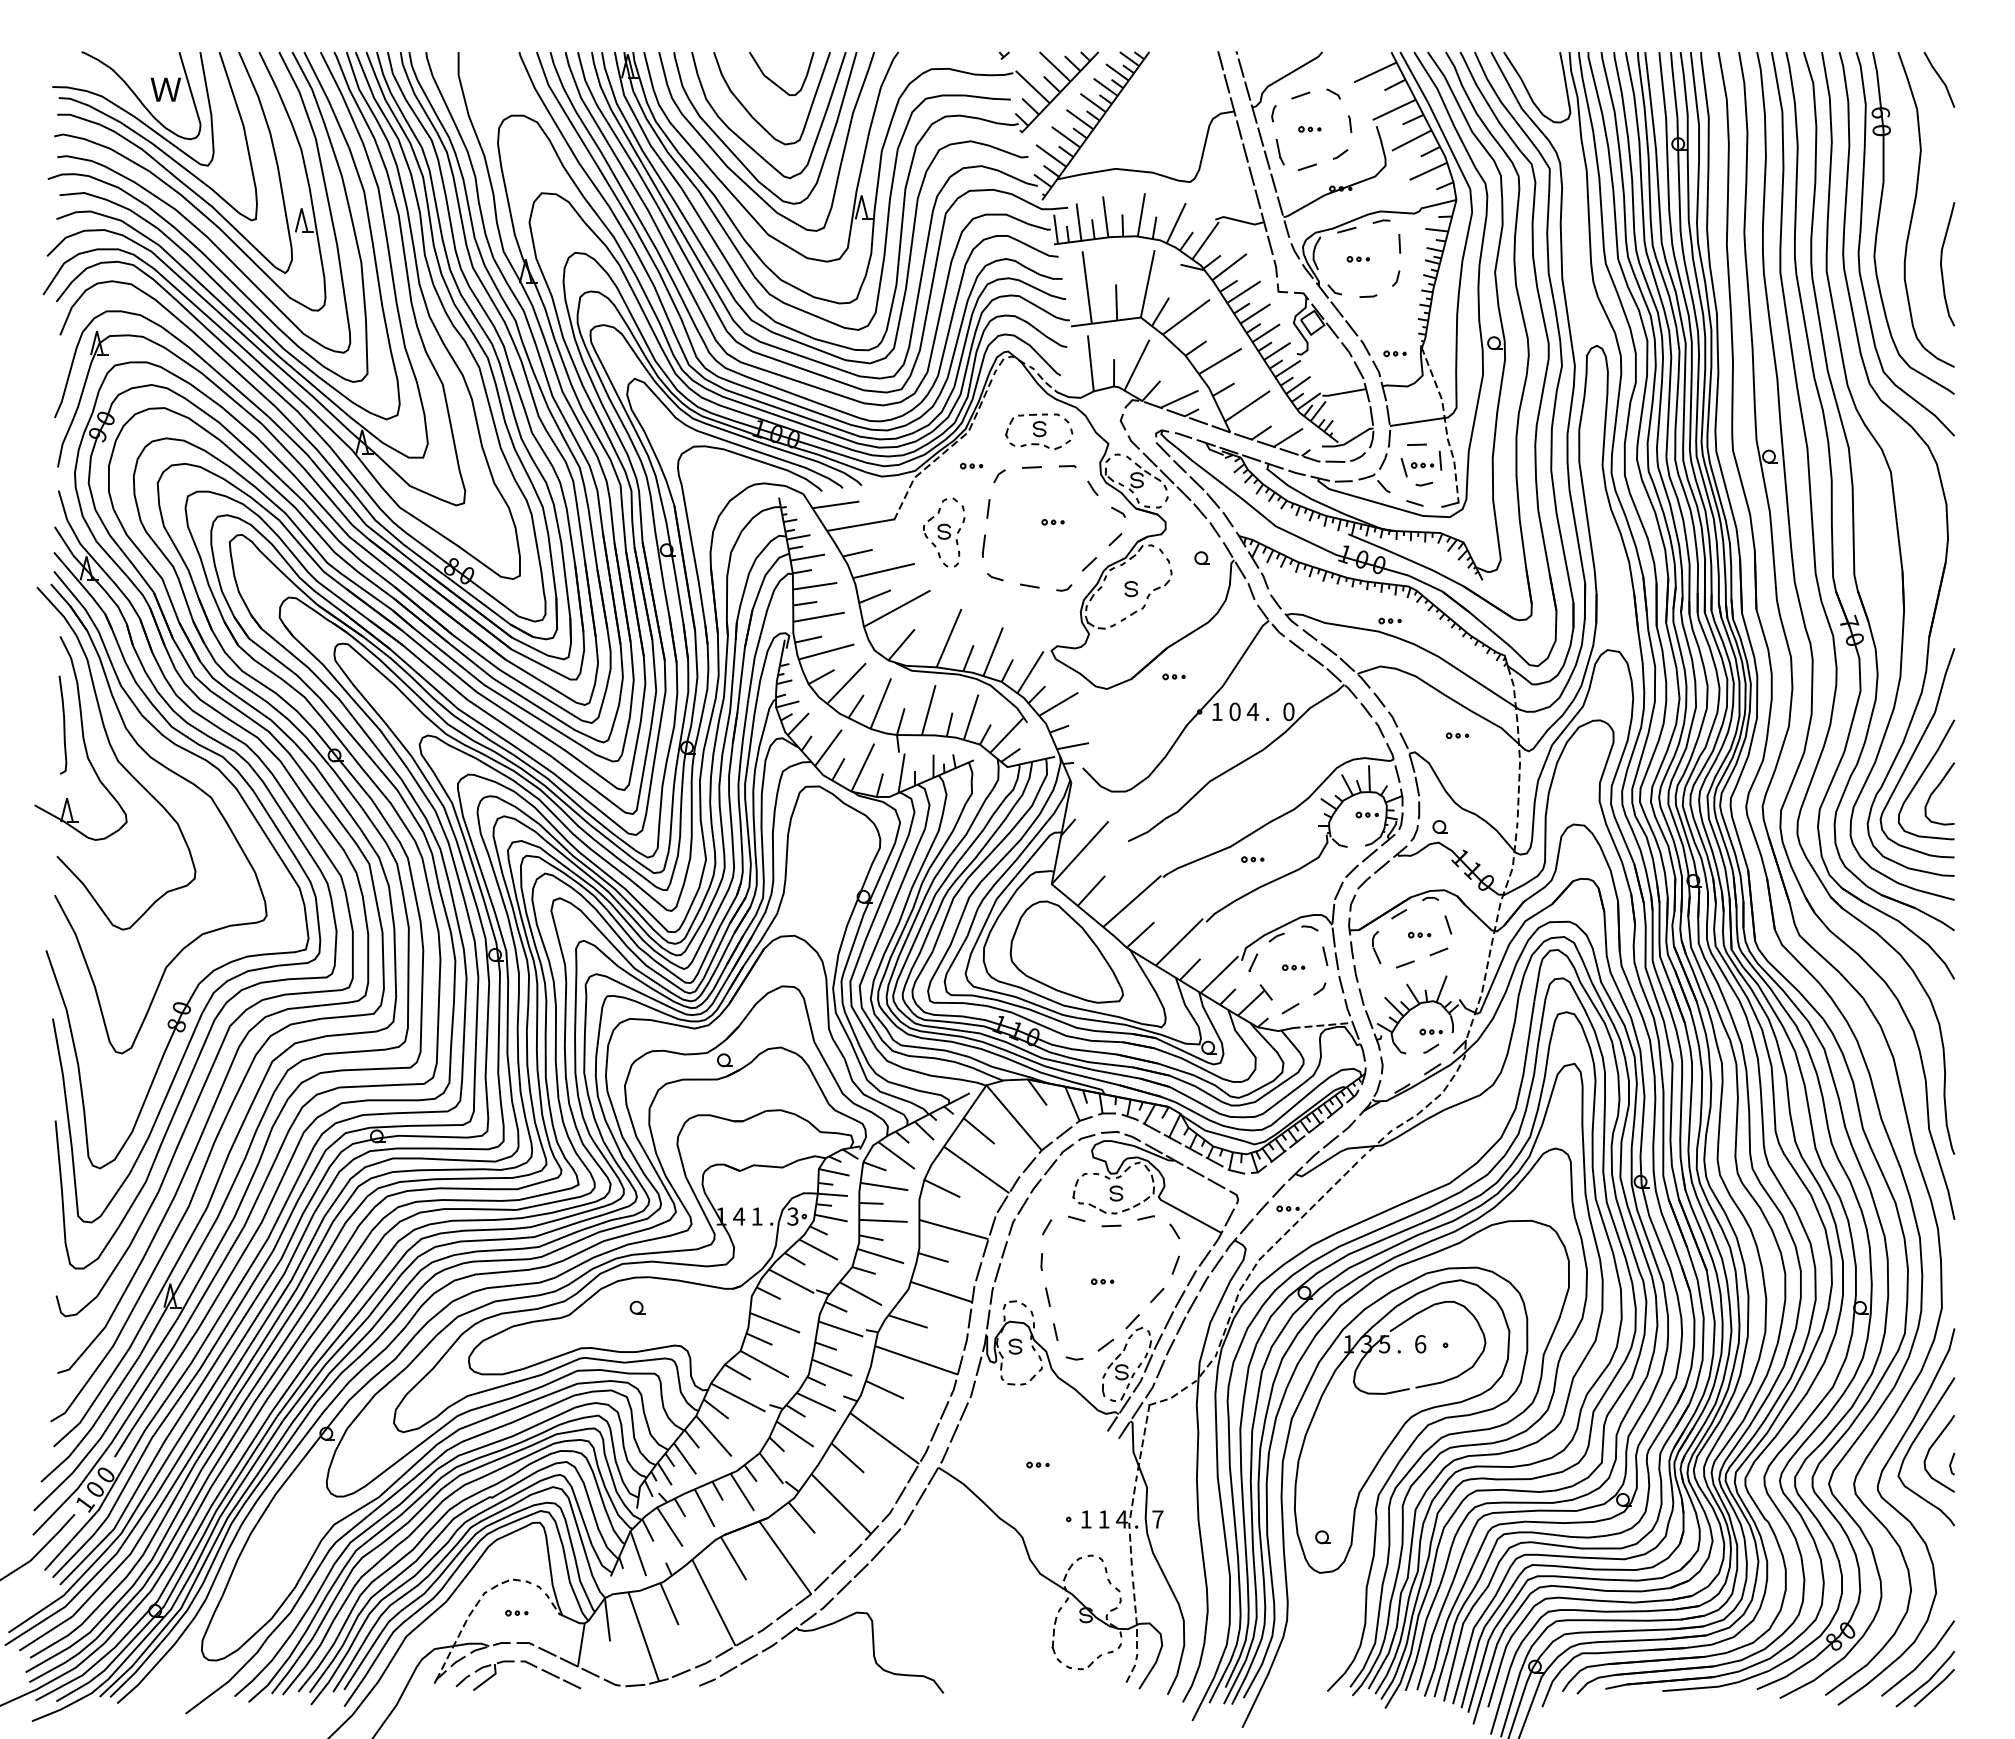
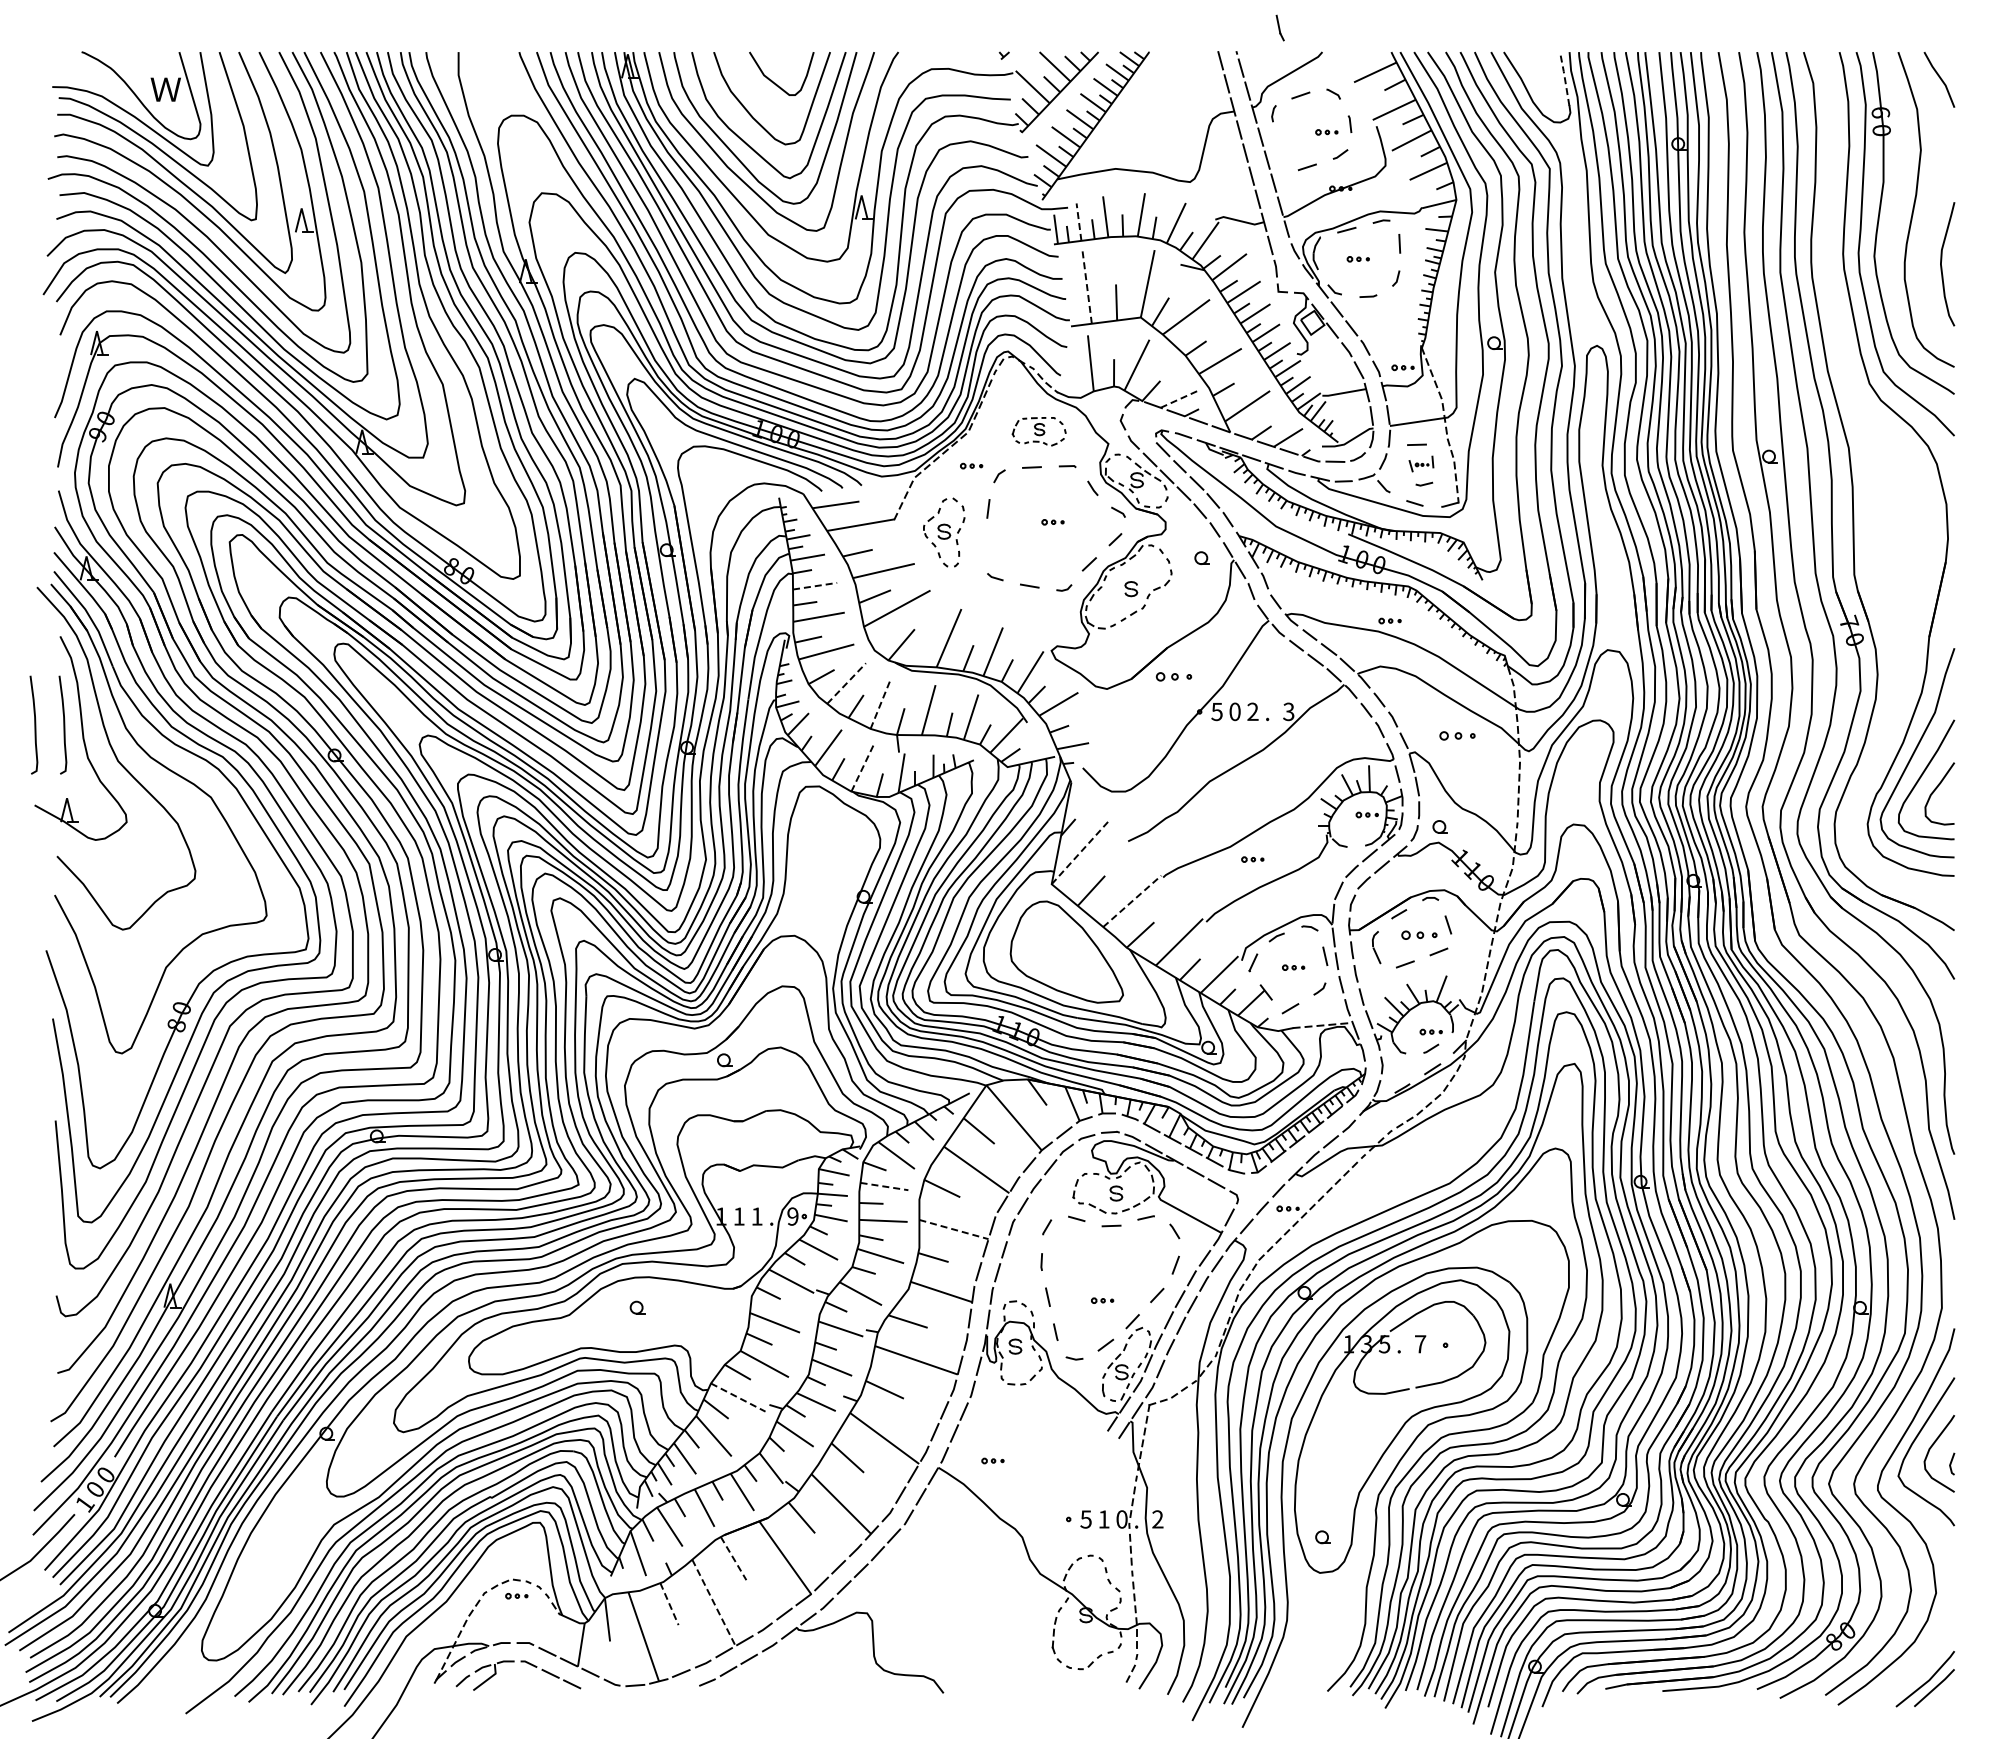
line at (1564, 77): solid -> dashed
part at (1309, 129) position: (1309, 129) -> (1326, 132)
part at (1279, 151) position: (1279, 151) -> (1279, 27)
line at (1079, 222): solid -> dashed
line at (1087, 287): solid -> dashed
part at (1394, 353) position: (1394, 353) -> (1402, 367)
line at (1179, 399): solid -> dashed
part at (1039, 431) size: 69x37 px -> 56x30 px
part at (1421, 463) size: 43x28 px -> 27x18 px
part at (1887, 476): present -> none
line at (983, 545): present -> none
line at (815, 586): solid -> dashed
part at (1173, 676) size: 24x8 px -> 38x10 px
line at (846, 683): solid -> dashed
line at (881, 703): solid -> dashed
text at (1252, 711): 4 -> 2
text at (1288, 711): 0 -> 3
text at (1216, 712): 1 -> 5
curve at (34, 724): none -> present
part at (1457, 735) size: 25x7 px -> 37x10 px
line at (862, 767): solid -> dashed
line at (1080, 852): solid -> dashed
line at (1132, 901): solid -> dashed
part at (1419, 934) size: 24x8 px -> 37x10 px
line at (884, 1186): solid -> dashed
text at (739, 1216): 4 -> 1
text at (792, 1216): 3 -> 9
line at (954, 1229): solid -> dashed
part at (1102, 1281) position: (1102, 1281) -> (1102, 1300)
text at (1420, 1344): 6 -> 7
line at (738, 1397): solid -> dashed
part at (1037, 1464) position: (1037, 1464) -> (992, 1460)
text at (1085, 1519): 1 -> 5
text at (1121, 1519): 4 -> 0
text at (1157, 1519): 7 -> 2
line at (733, 1558): solid -> dashed
line at (714, 1603): solid -> dashed
line at (669, 1604): solid -> dashed
part at (516, 1613) position: (516, 1613) -> (516, 1596)
line at (1921, 1660): present -> none
